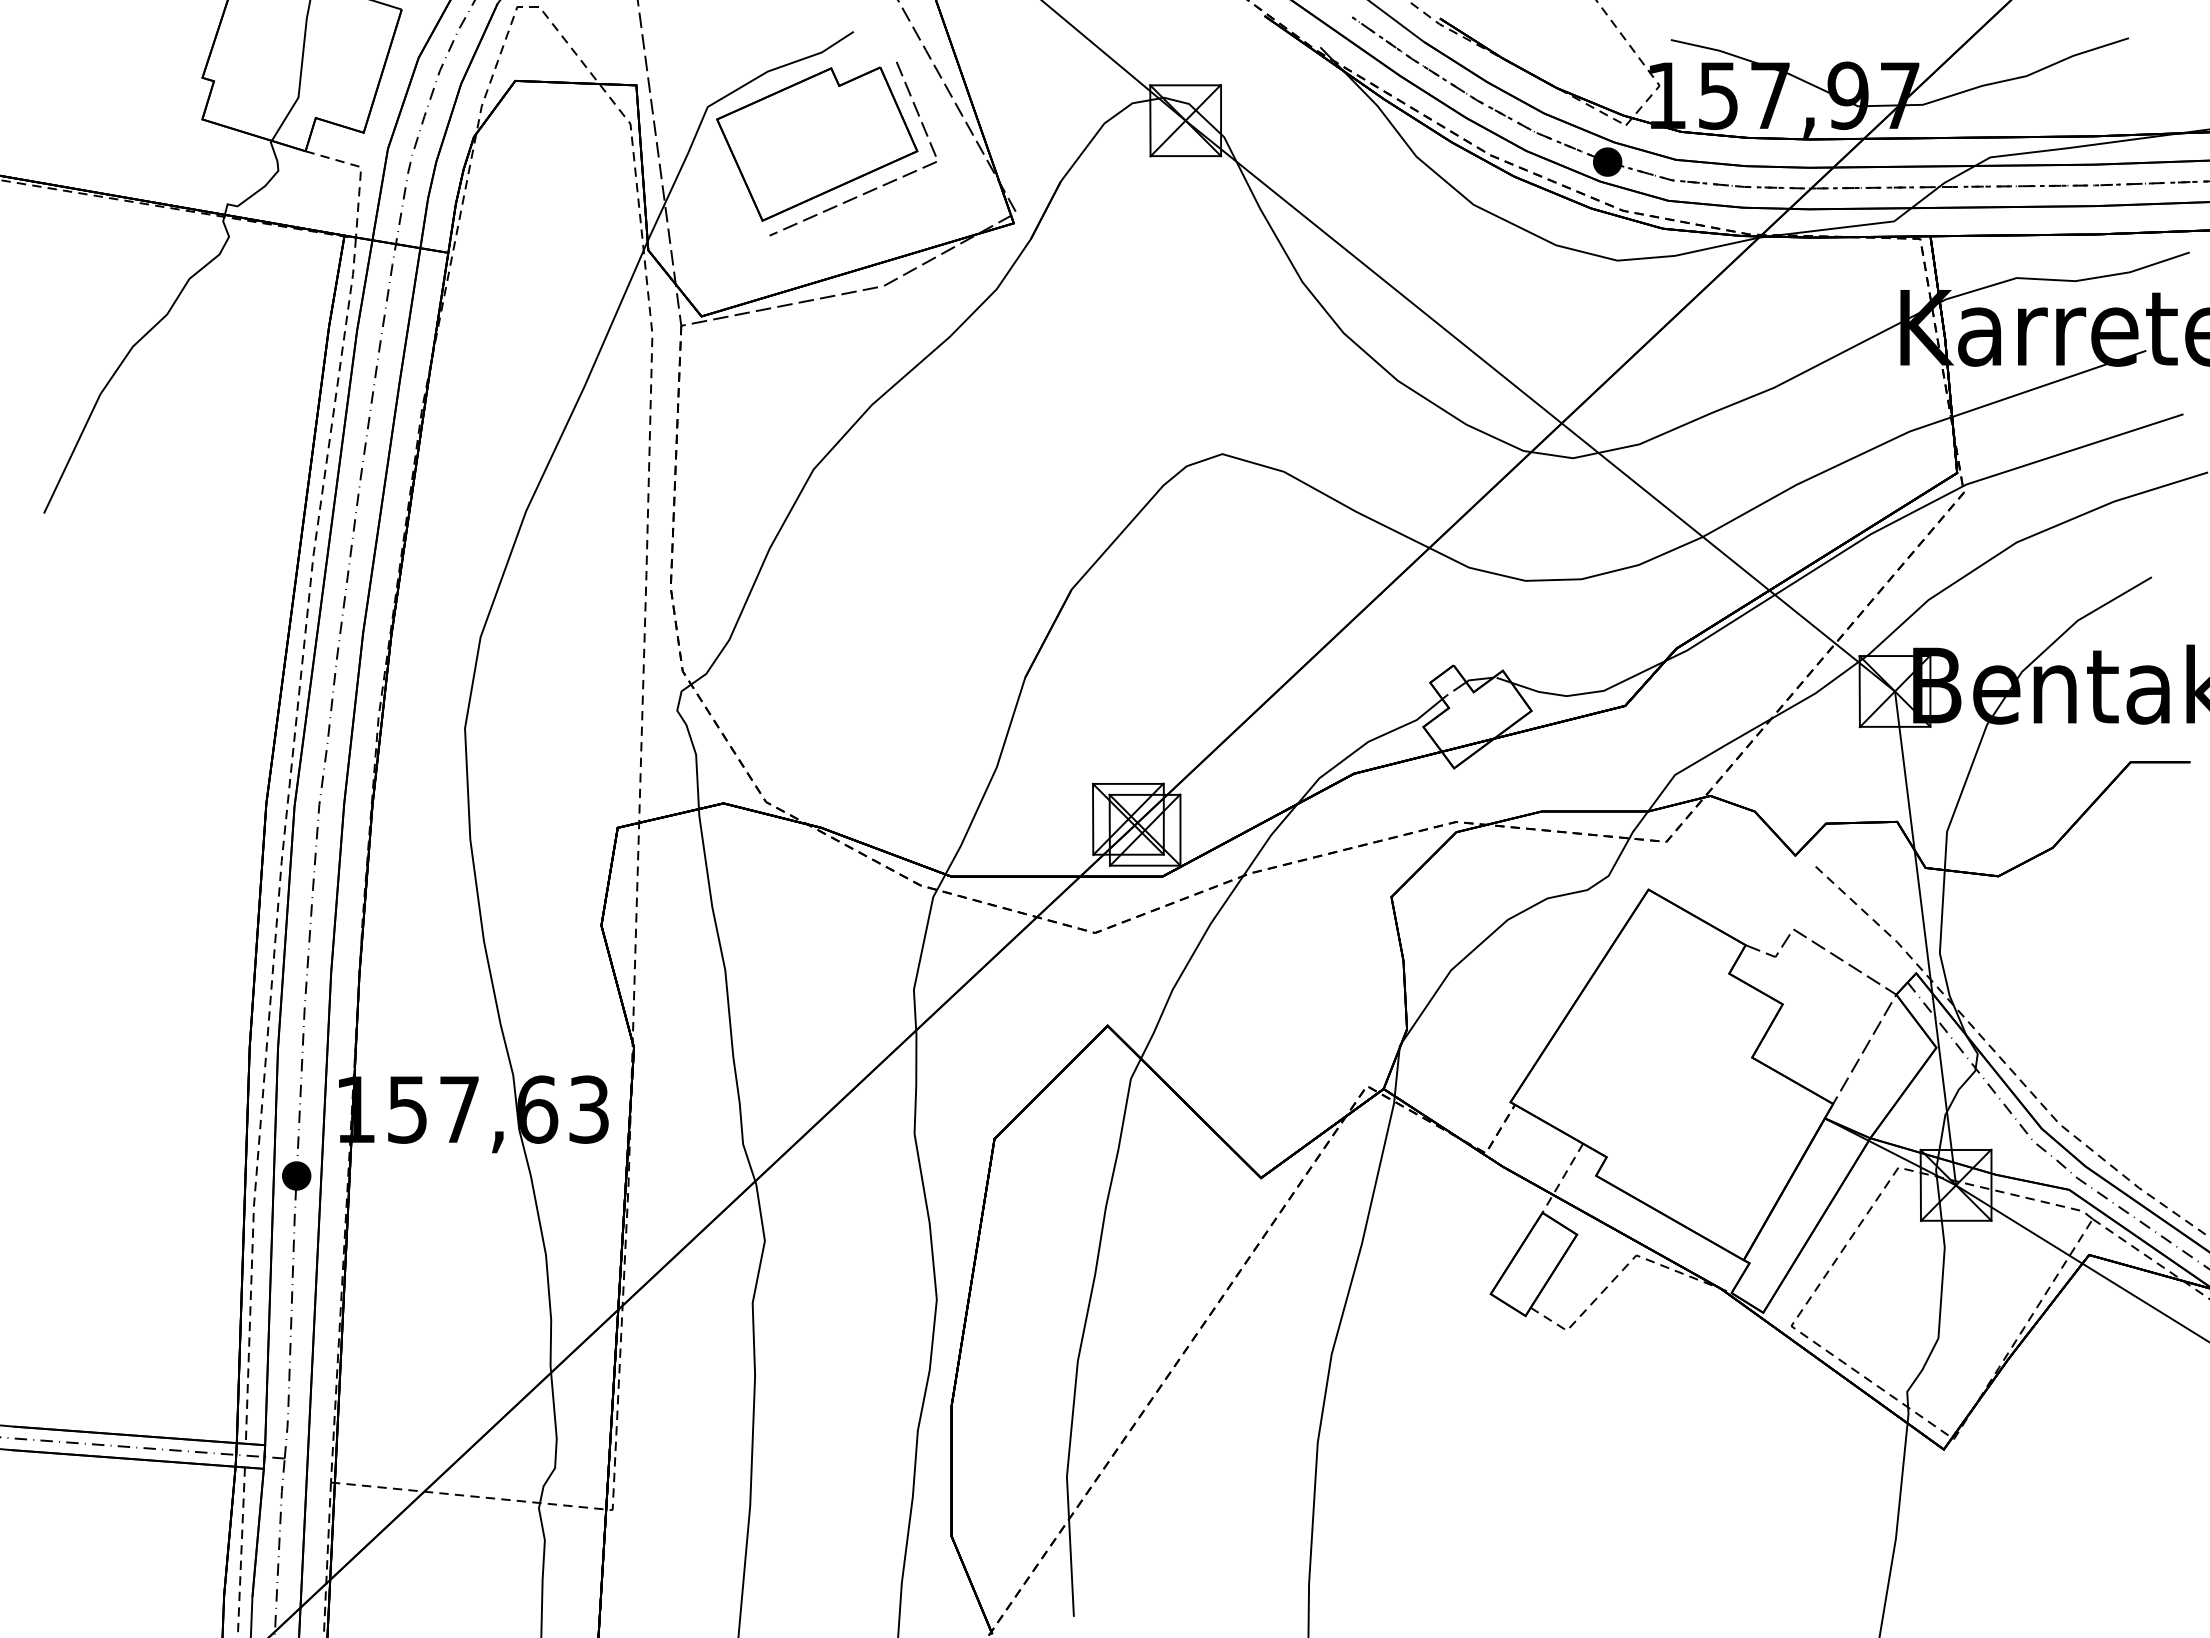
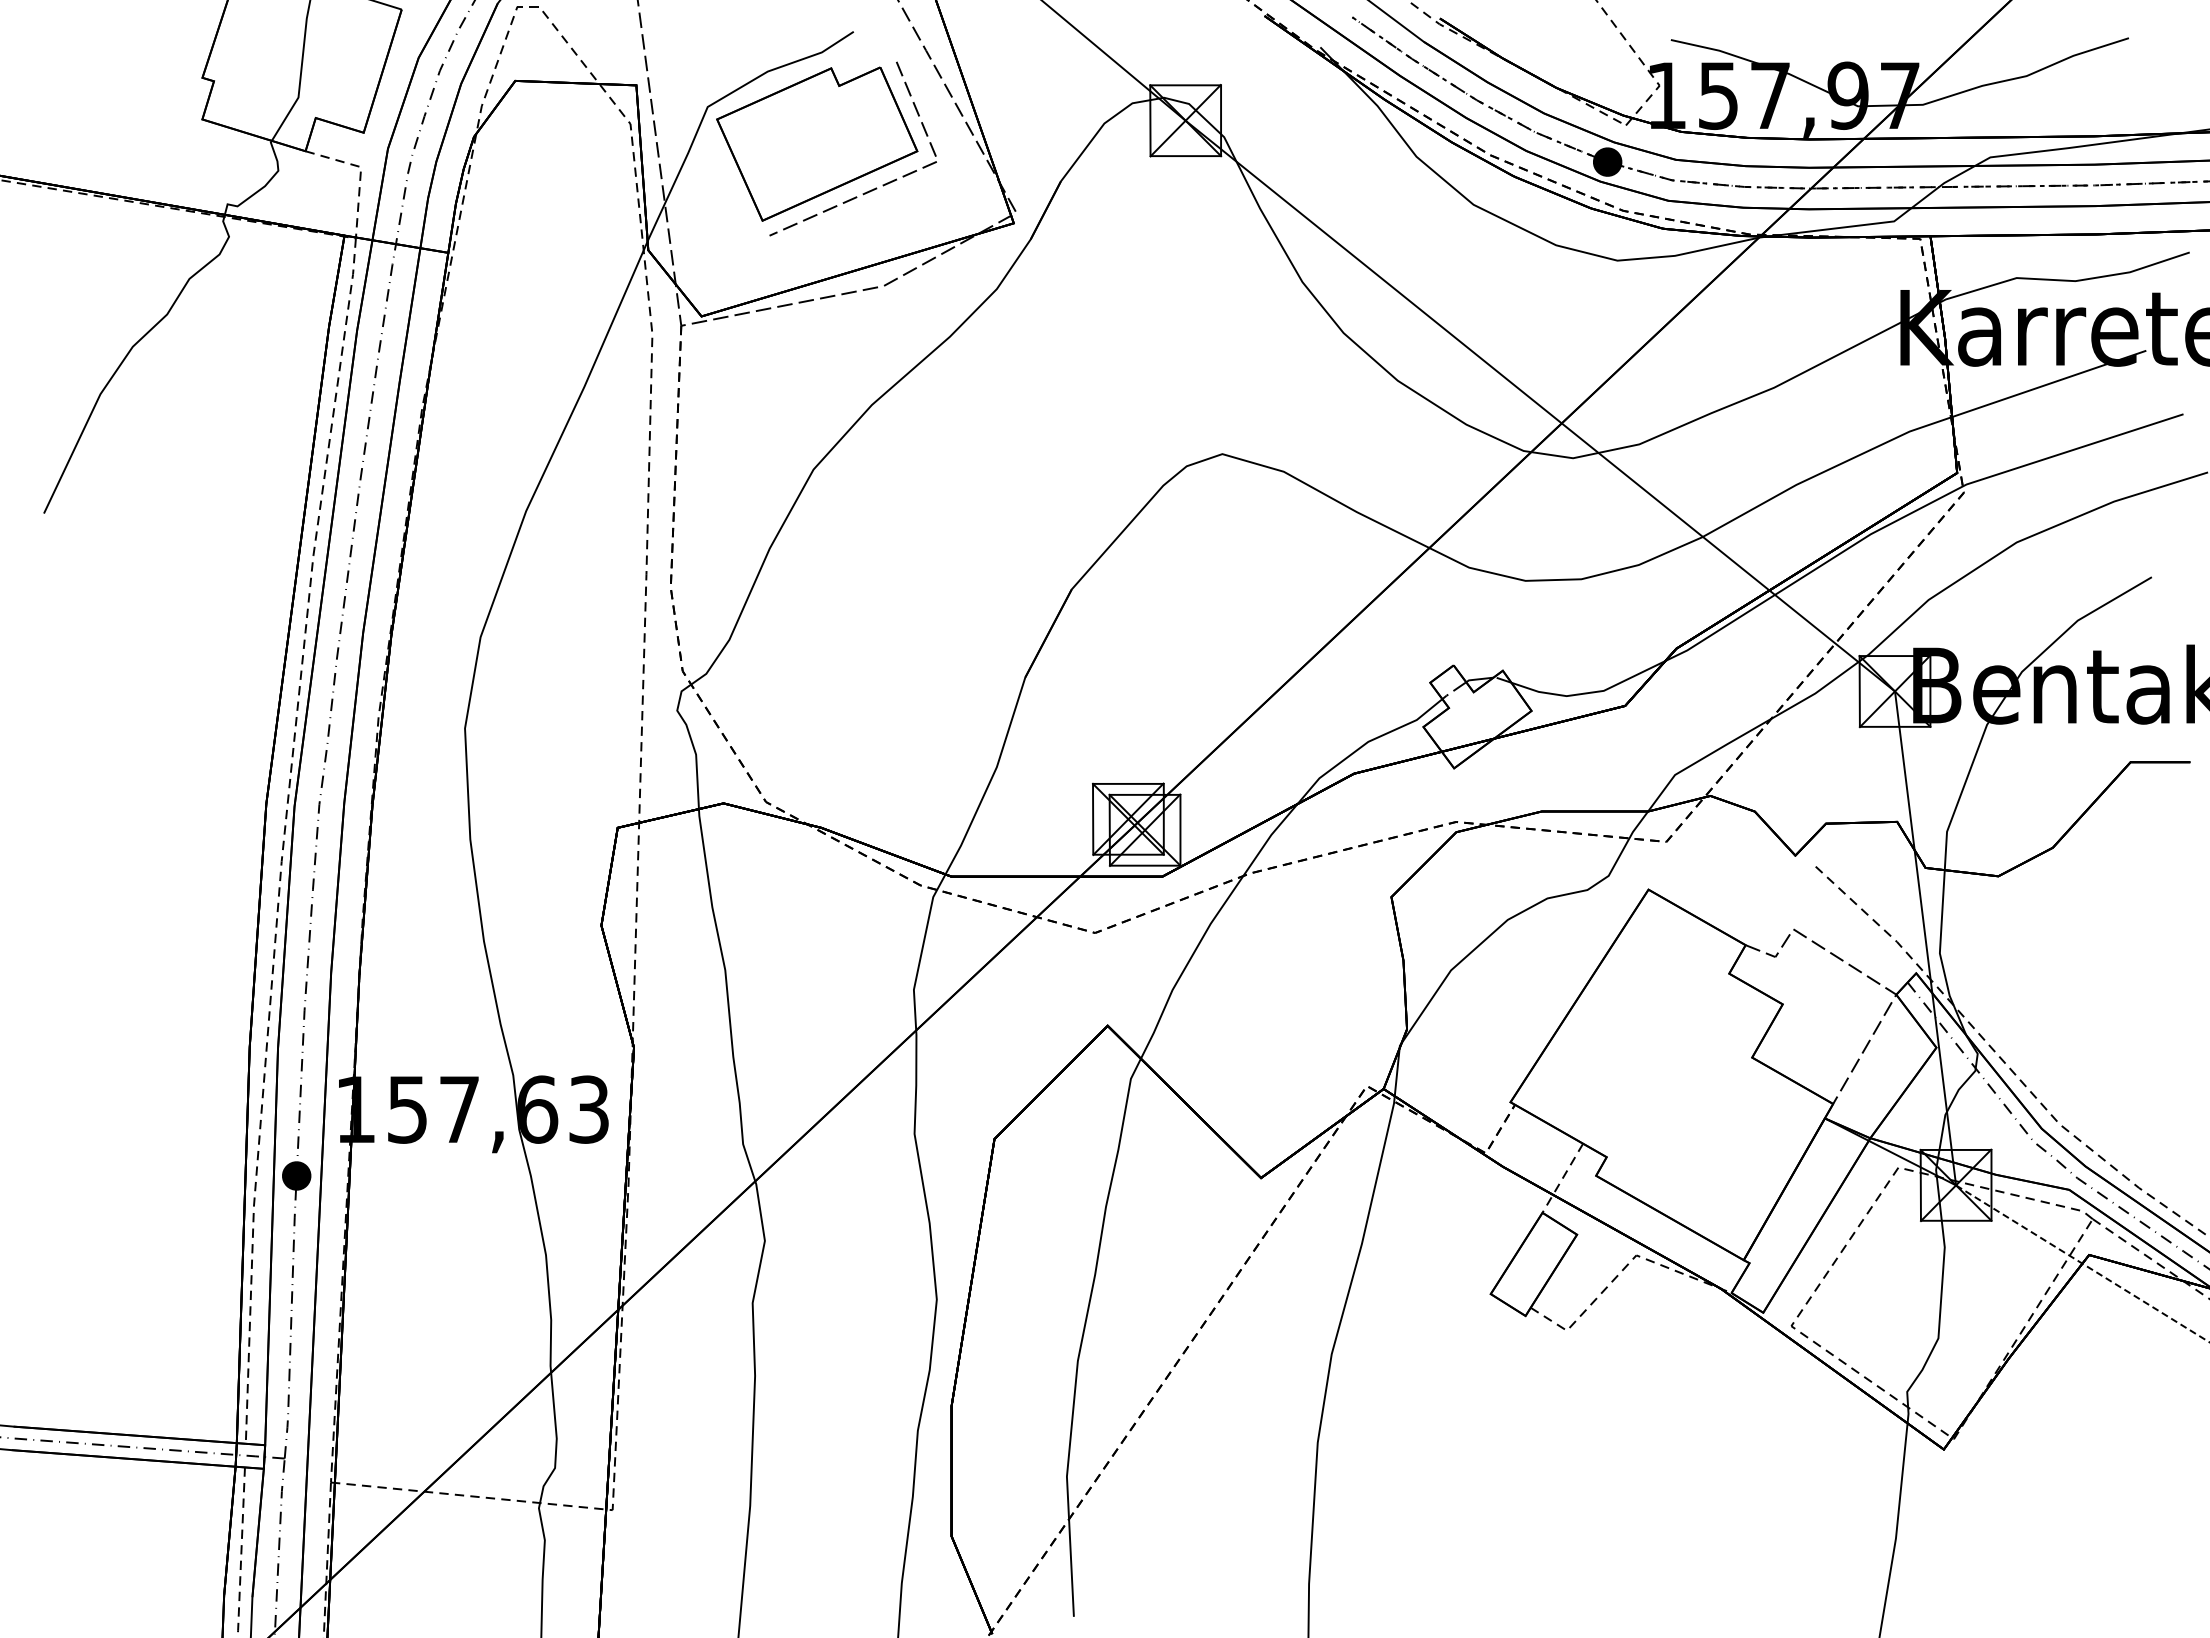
line at (2082, 1263): solid -> dashed
